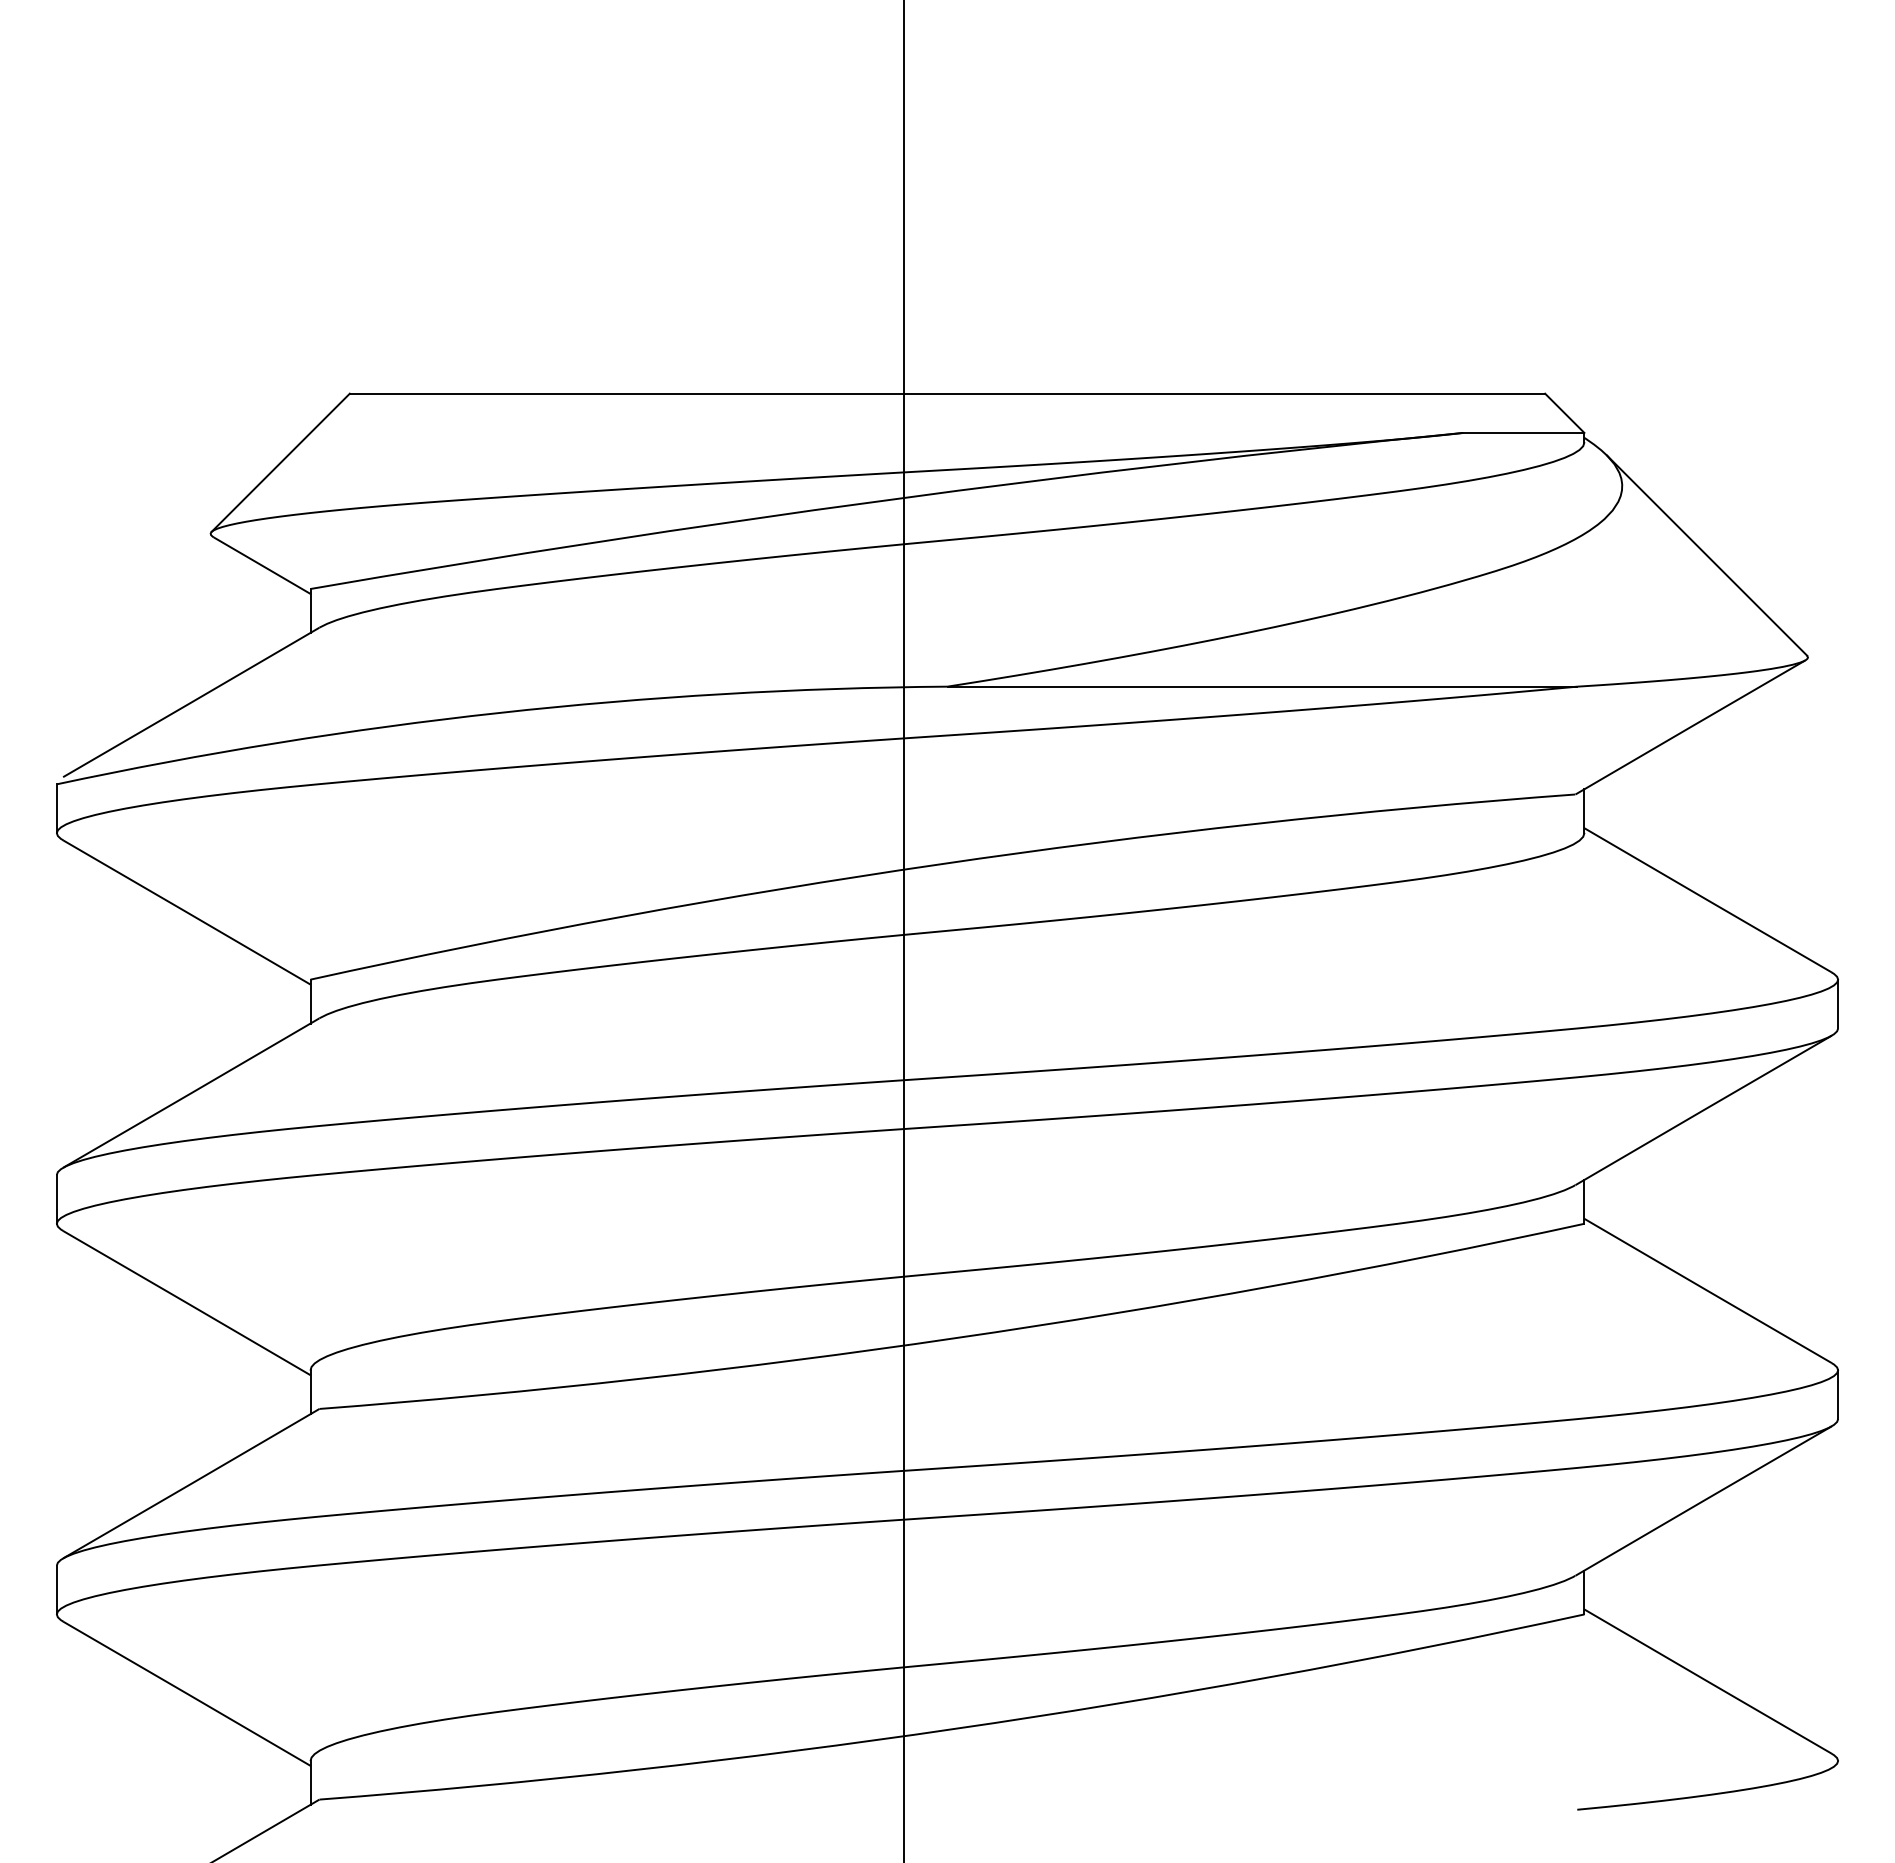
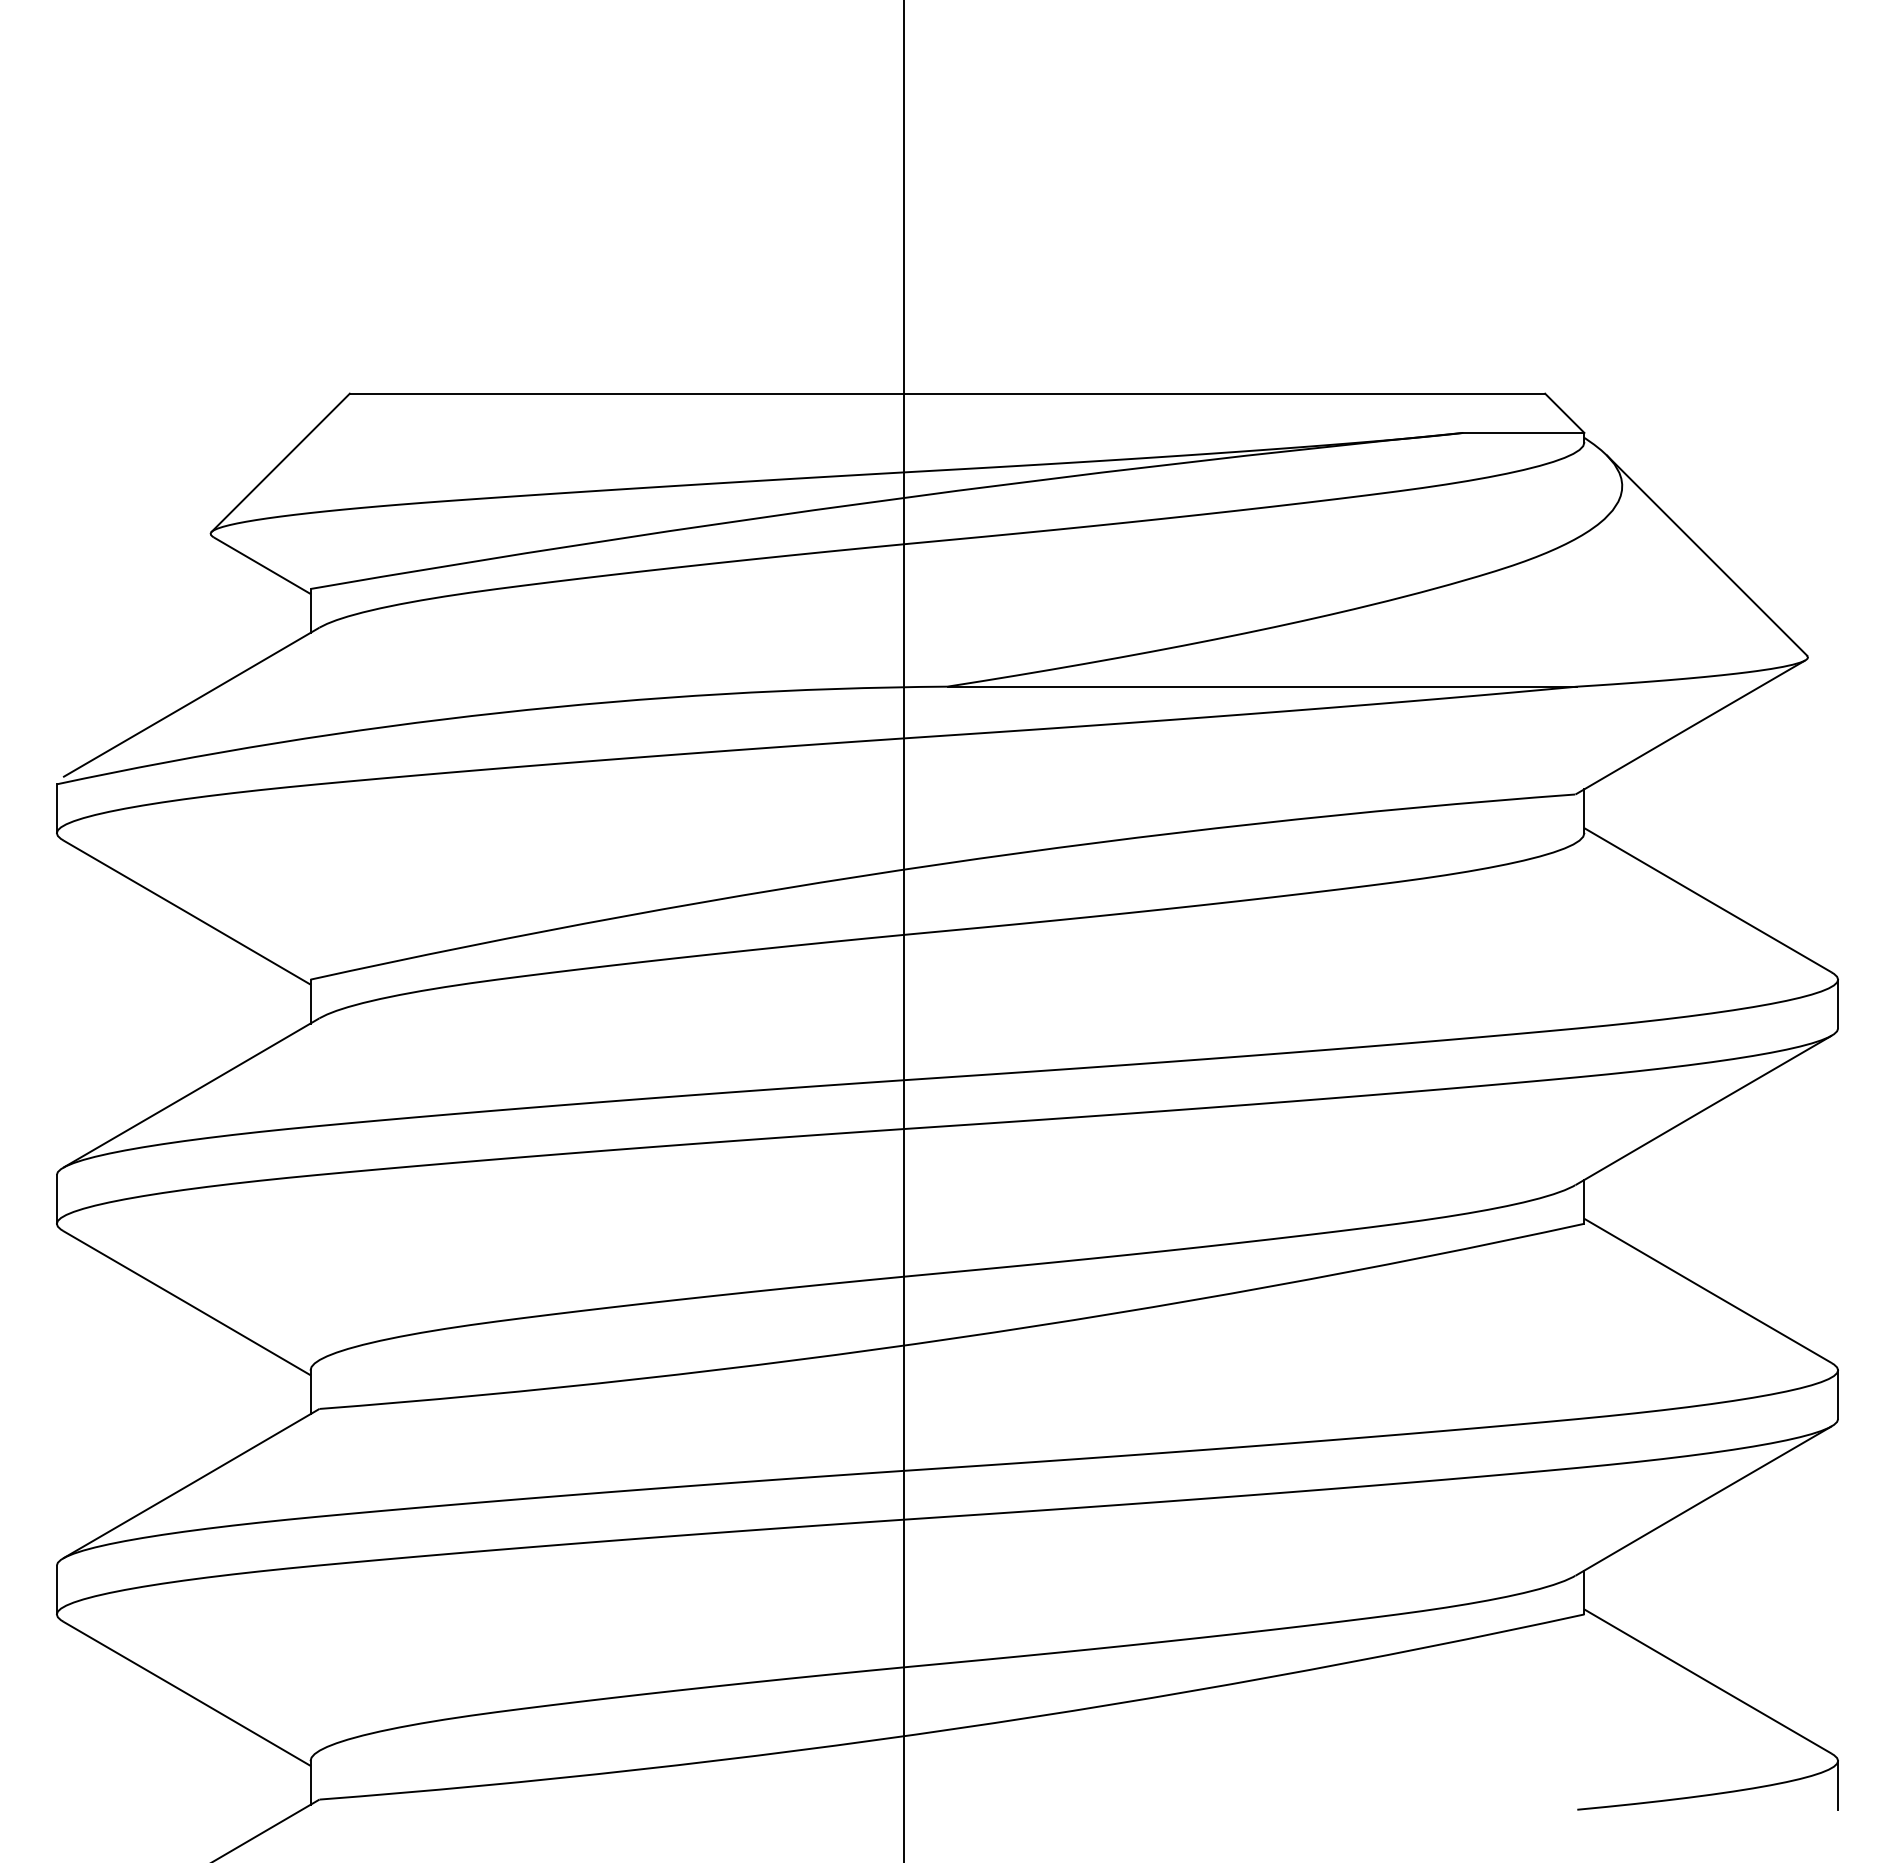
line at (1838, 1784): none -> present
